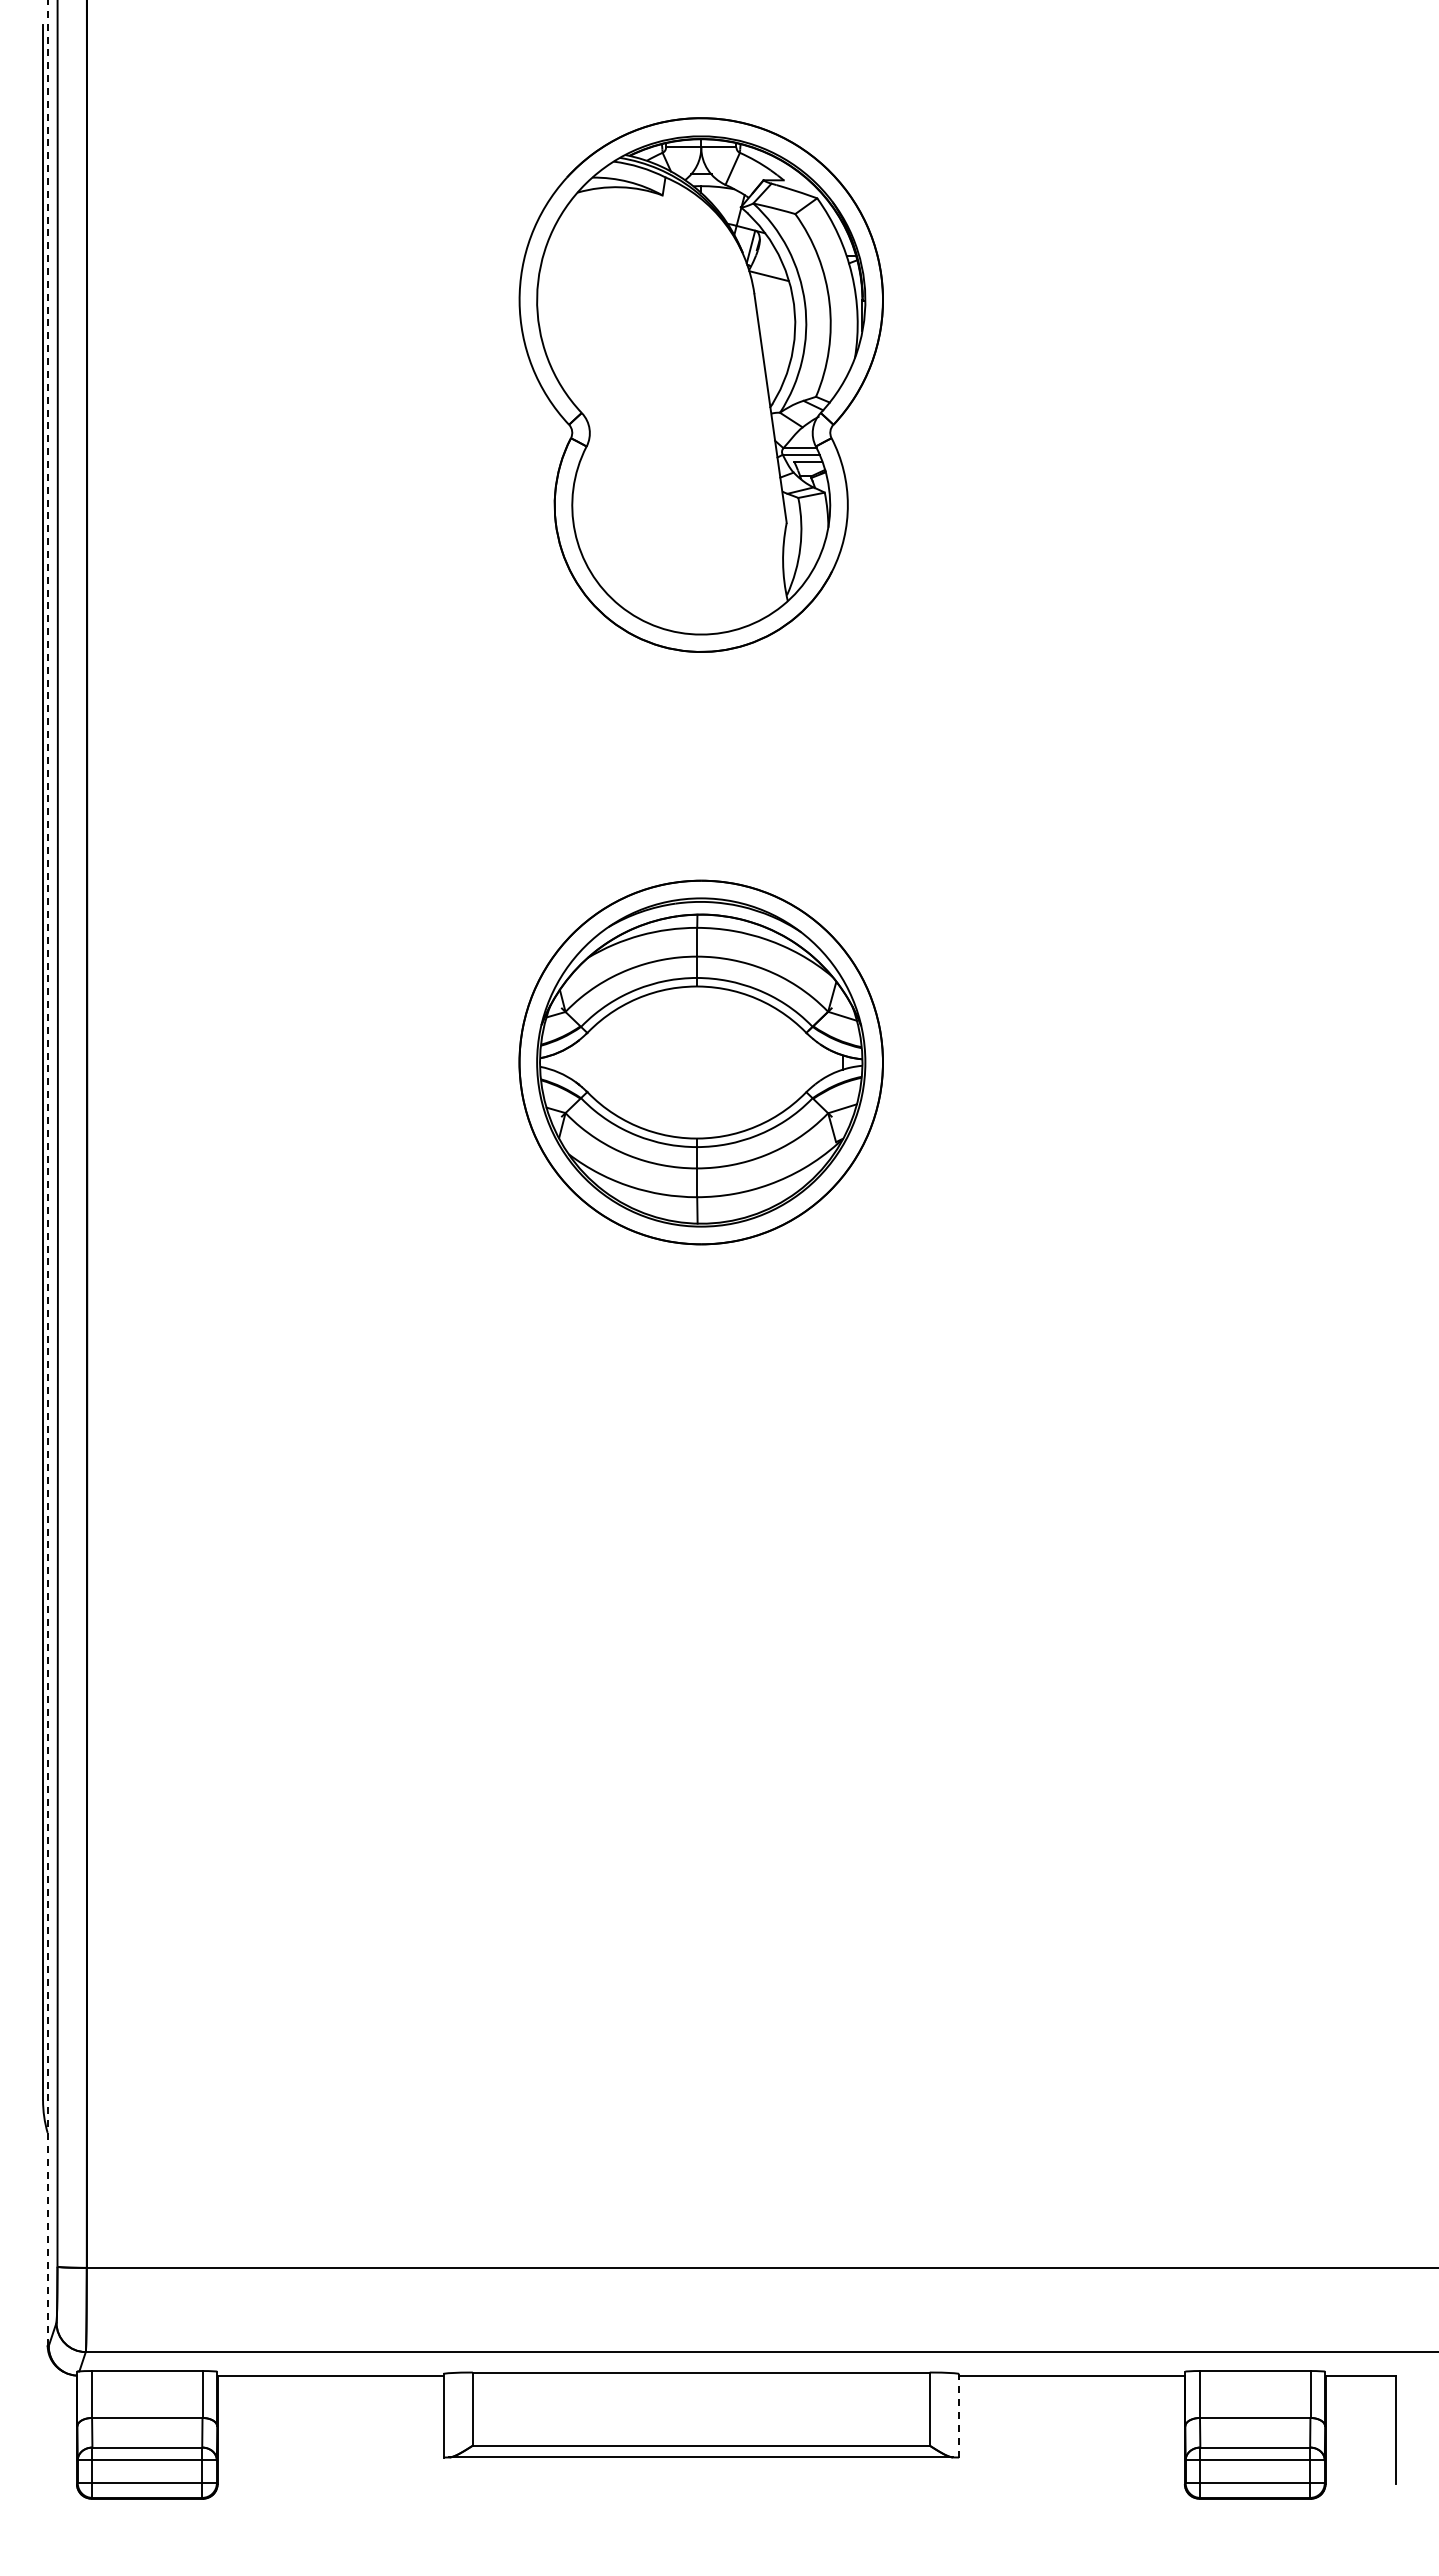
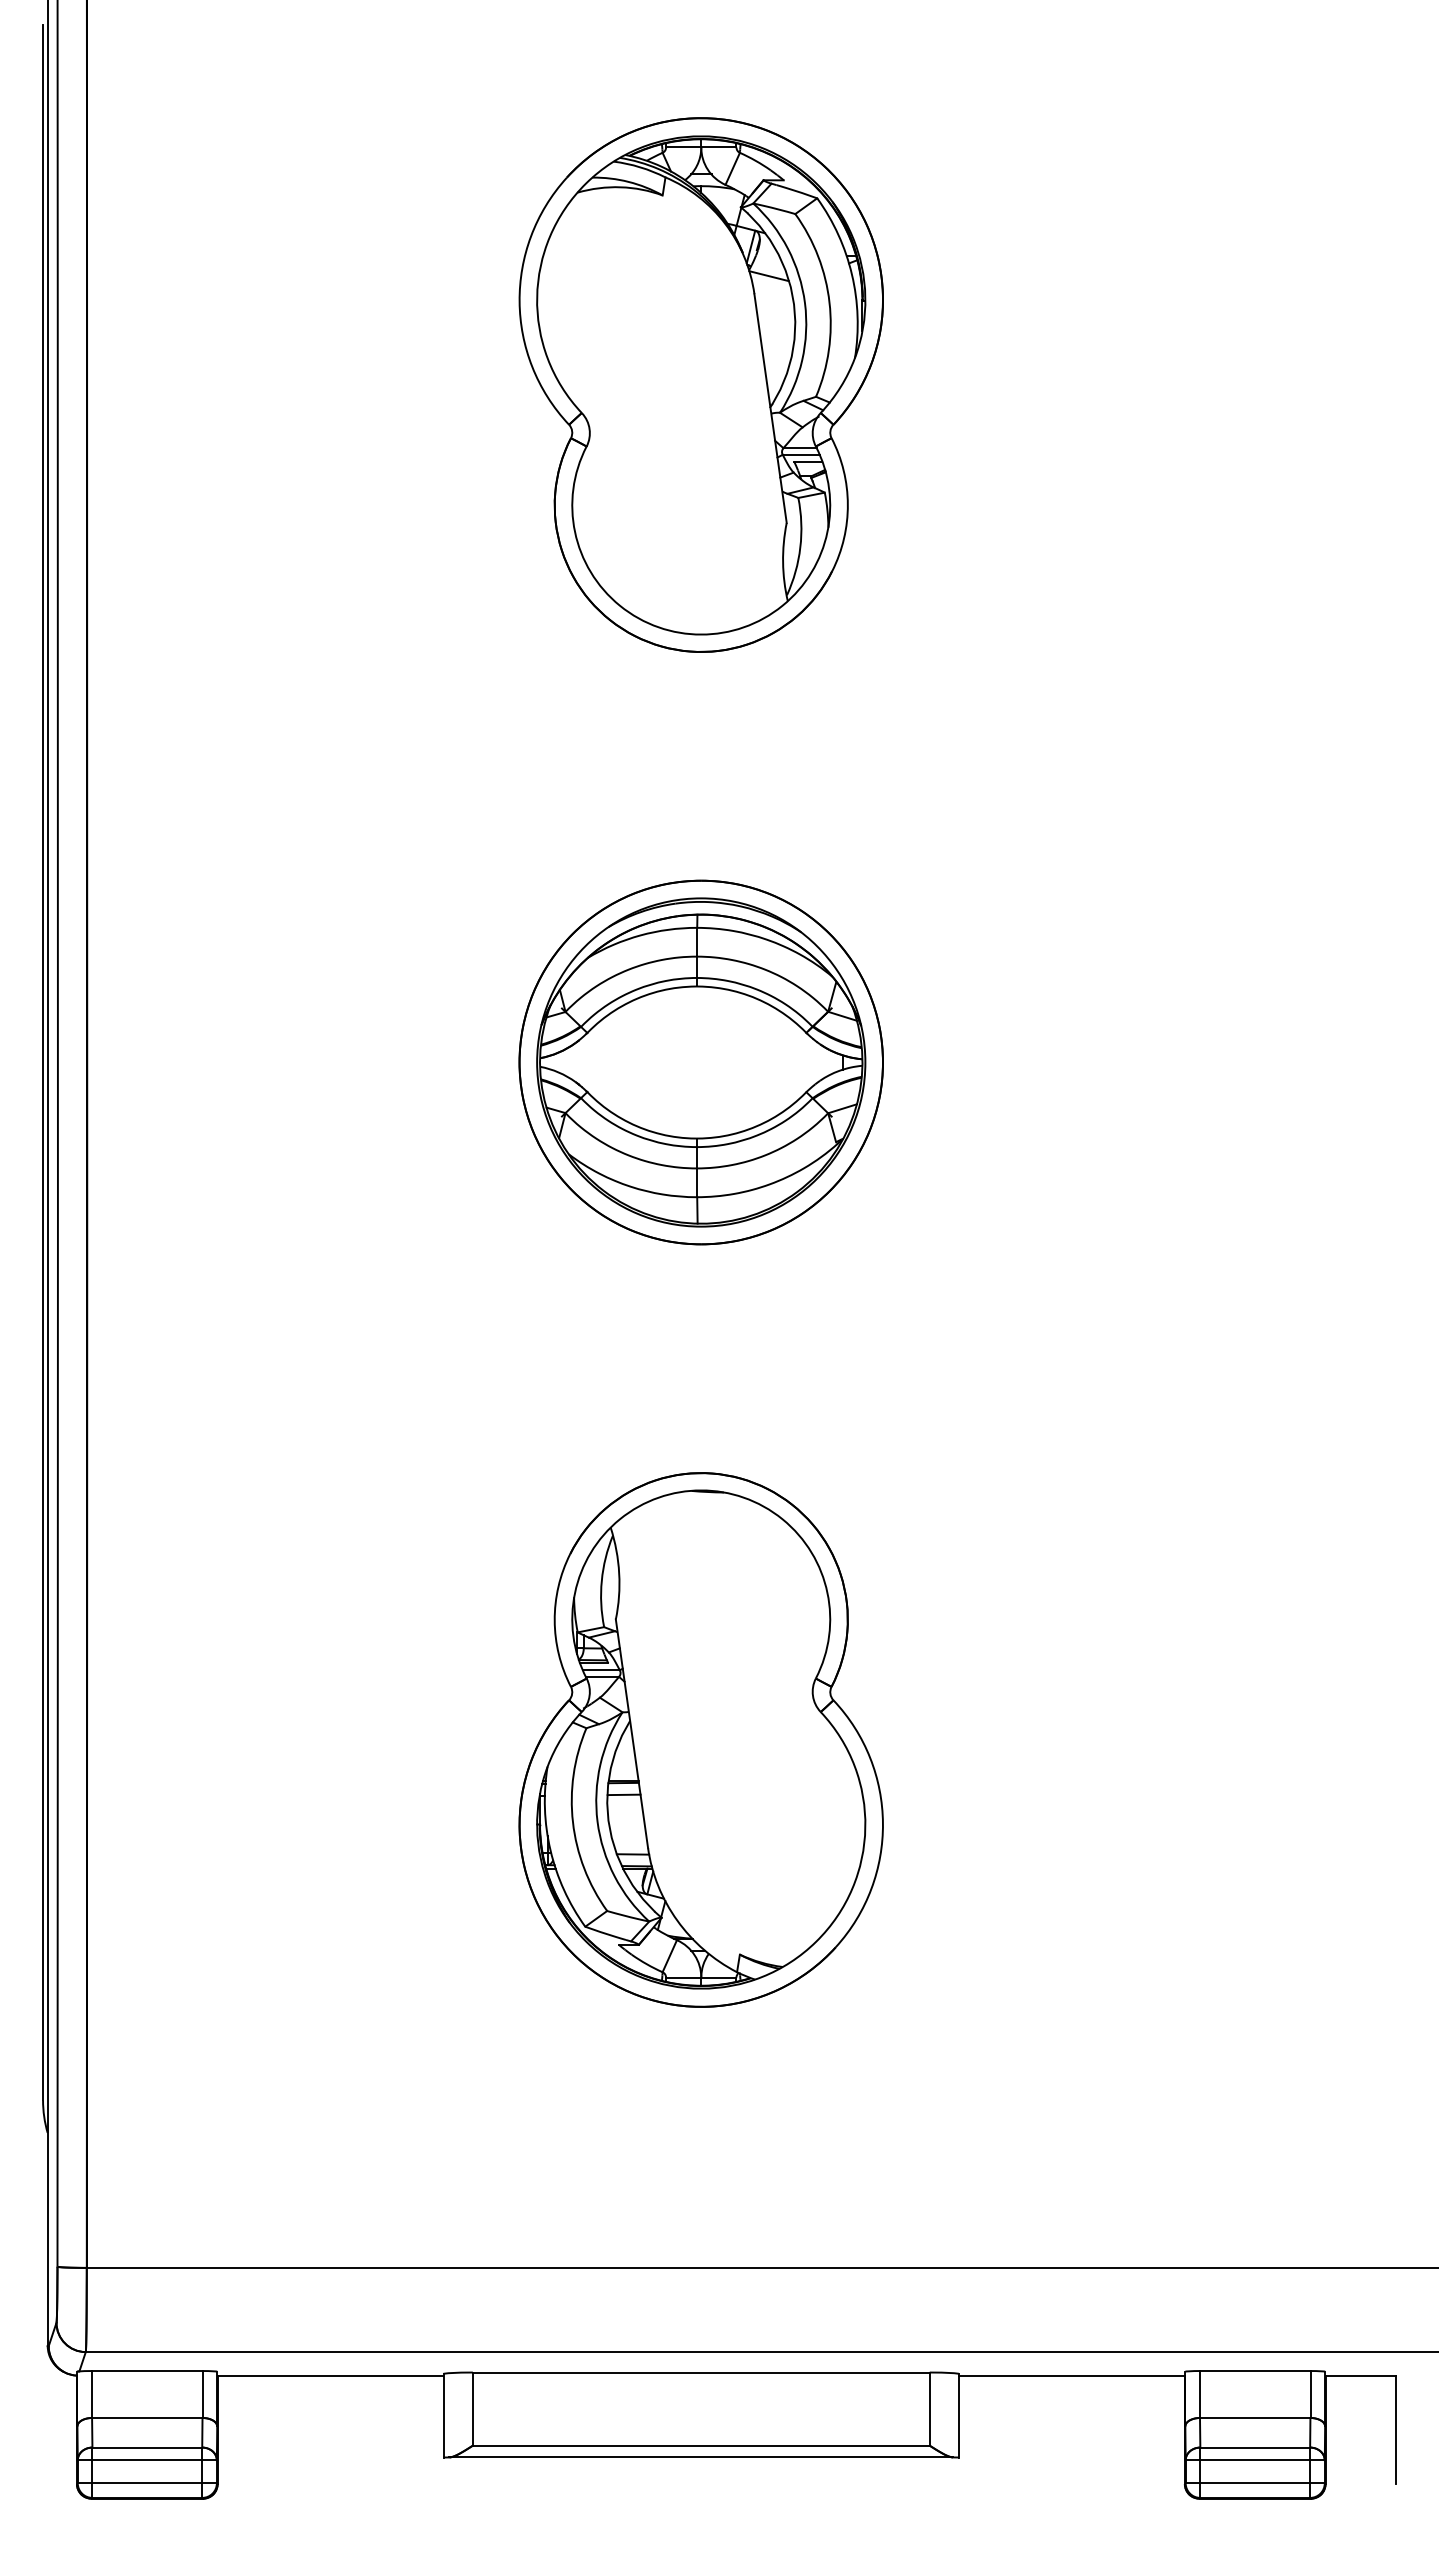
line at (47, 1173): dashed -> solid
part at (700, 1739): none -> present
line at (959, 2415): dashed -> solid
